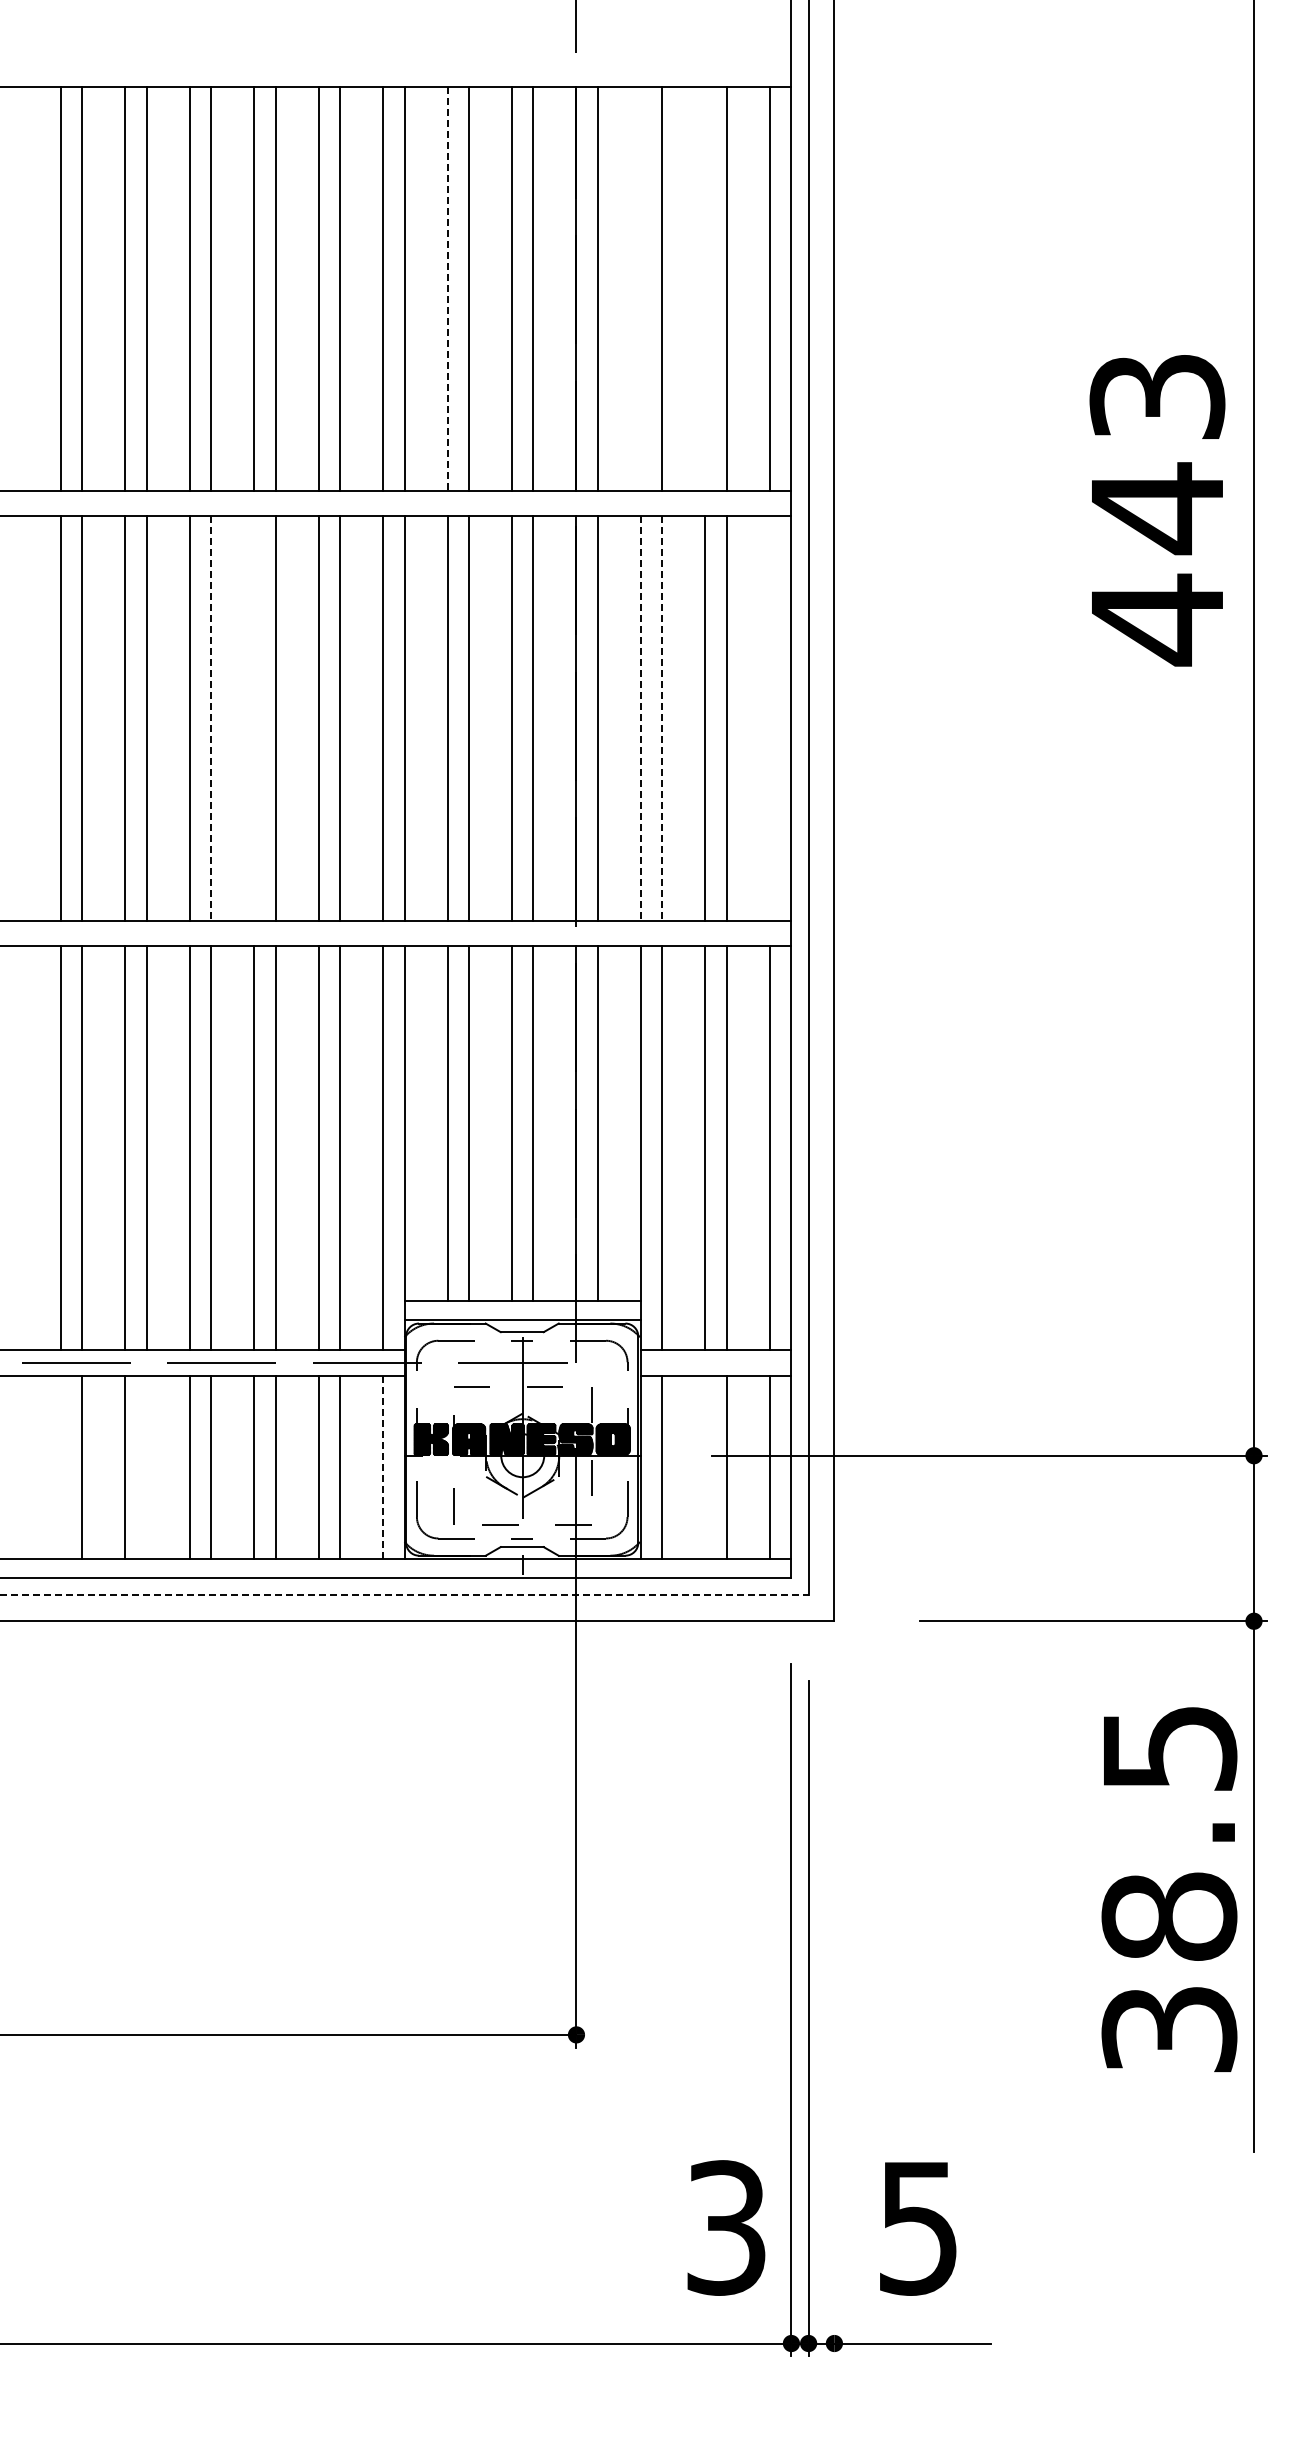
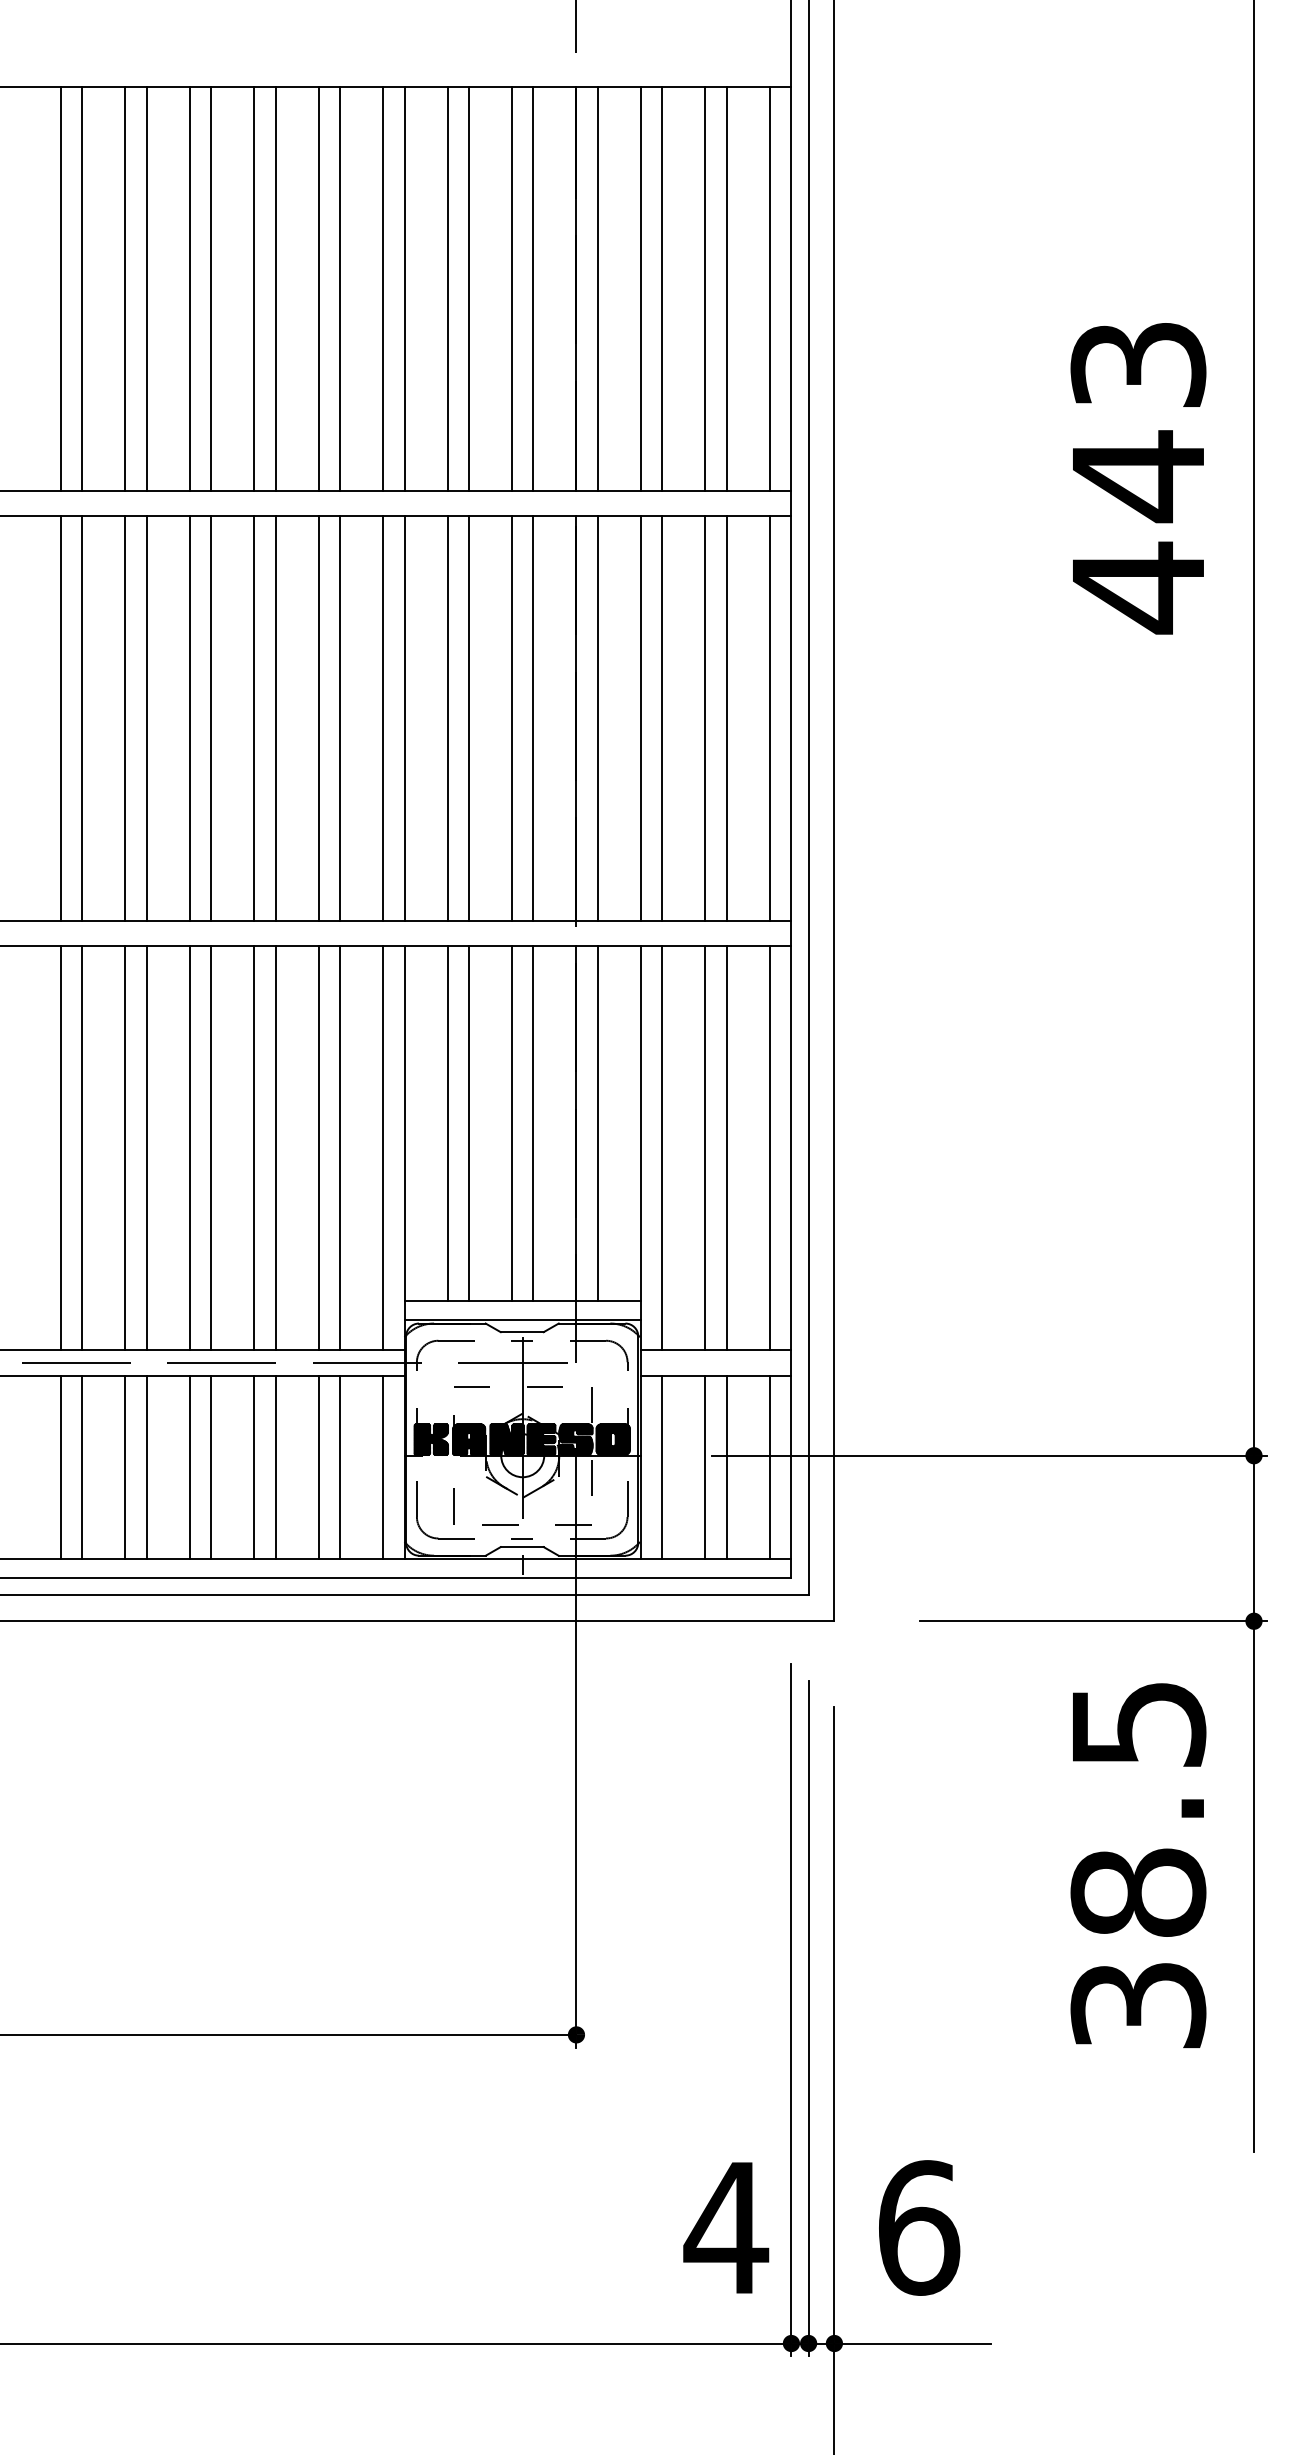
line at (640, 288): none -> present
line at (705, 288): none -> present
line at (447, 289): dashed -> solid
text at (1157, 510) position: (1157, 510) -> (1138, 478)
line at (211, 718): dashed -> solid
line at (254, 718): none -> present
line at (640, 718): dashed -> solid
line at (662, 718): dashed -> solid
line at (769, 718): none -> present
line at (60, 1467): none -> present
line at (146, 1467): none -> present
line at (705, 1467): none -> present
line at (383, 1468): dashed -> solid
line at (404, 1595): dashed -> solid
text at (1169, 1889) position: (1169, 1889) -> (1138, 1865)
line at (834, 2079): none -> present
text at (726, 2227): 3 -> 4
text at (919, 2227): 5 -> 6
